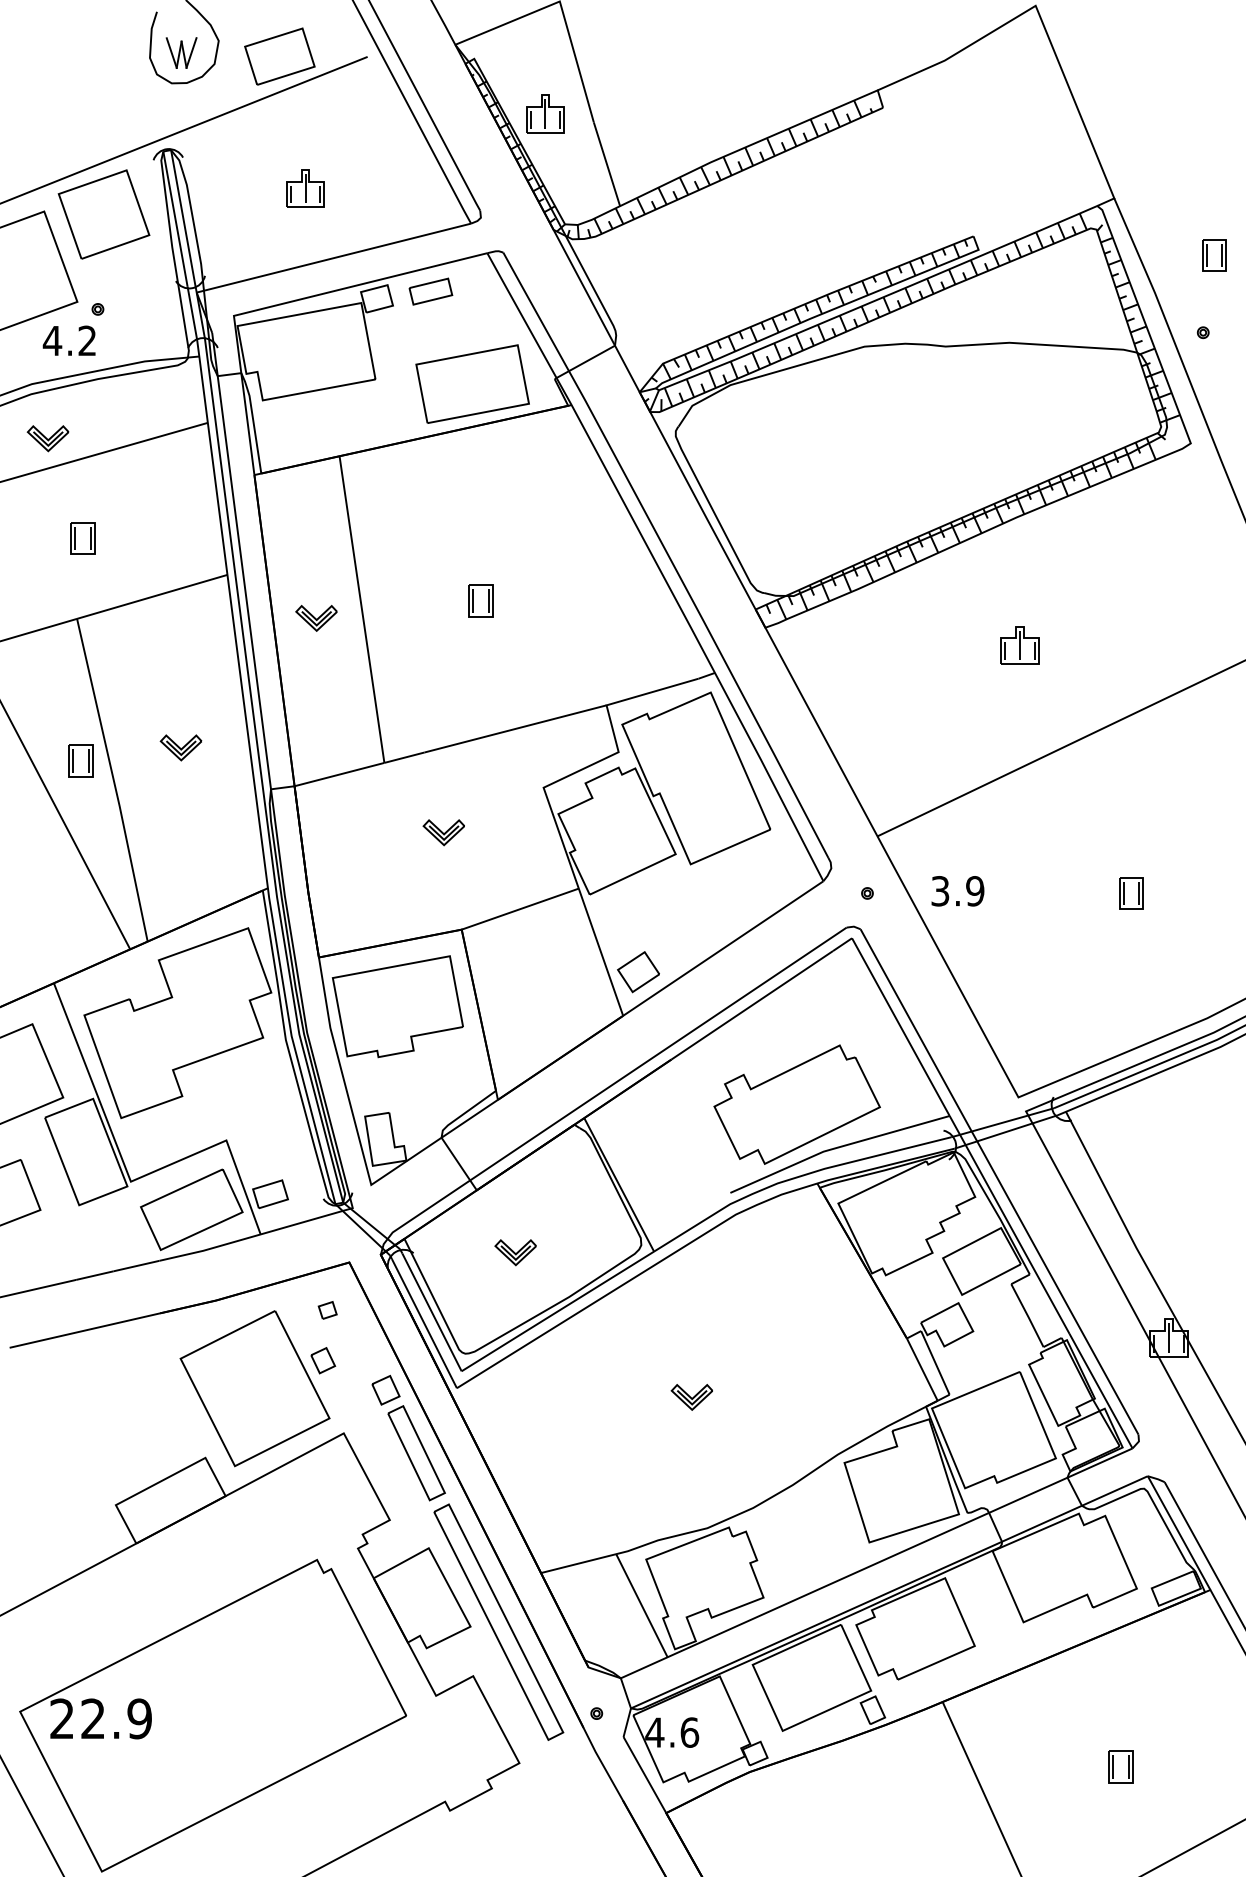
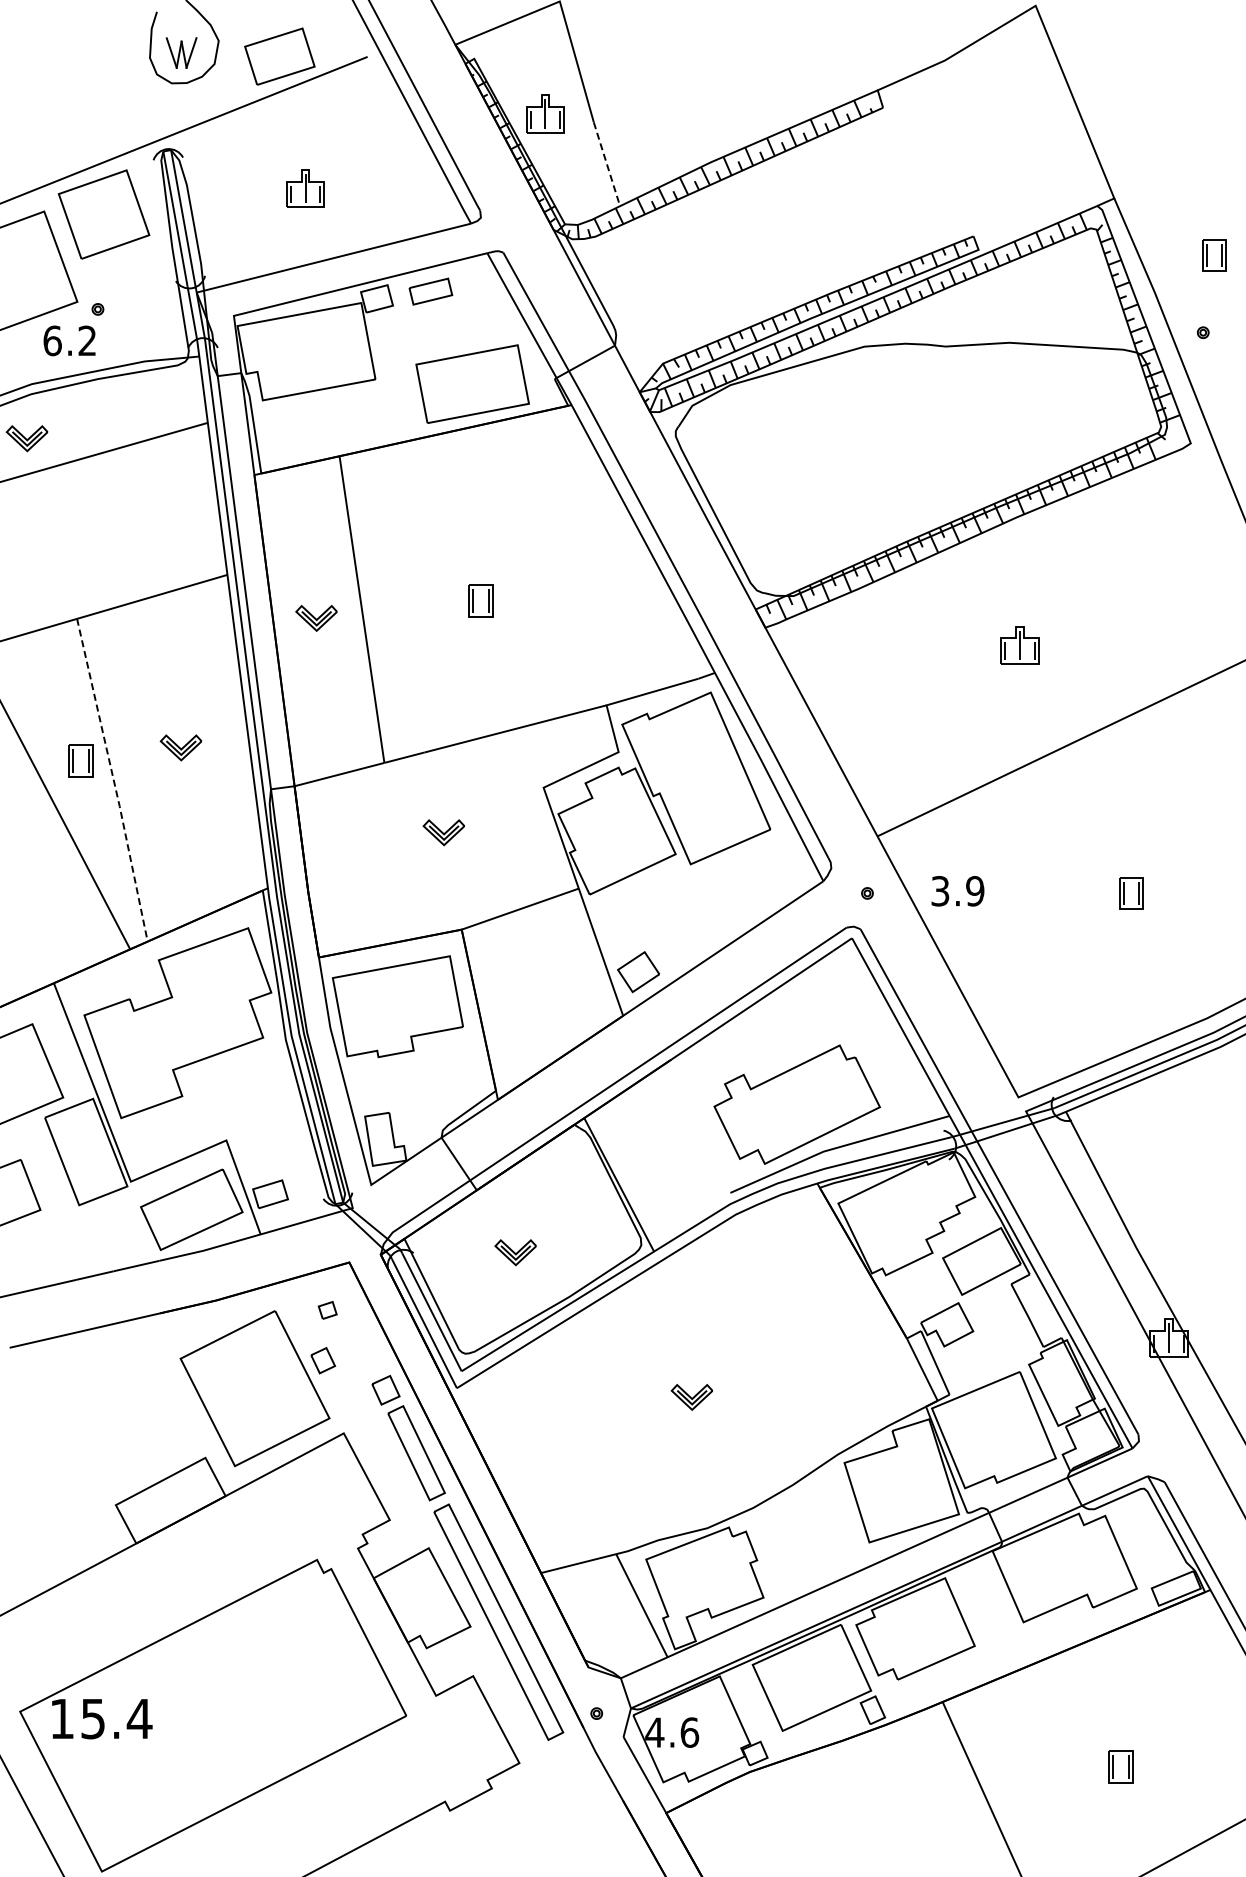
line at (606, 164): solid -> dashed
text at (52, 340): 4.2 -> 6.2
part at (47, 438) position: (47, 438) -> (26, 438)
part at (82, 538): present -> none
line at (113, 781): solid -> dashed
text at (101, 1718): 22.9 -> 15.4
